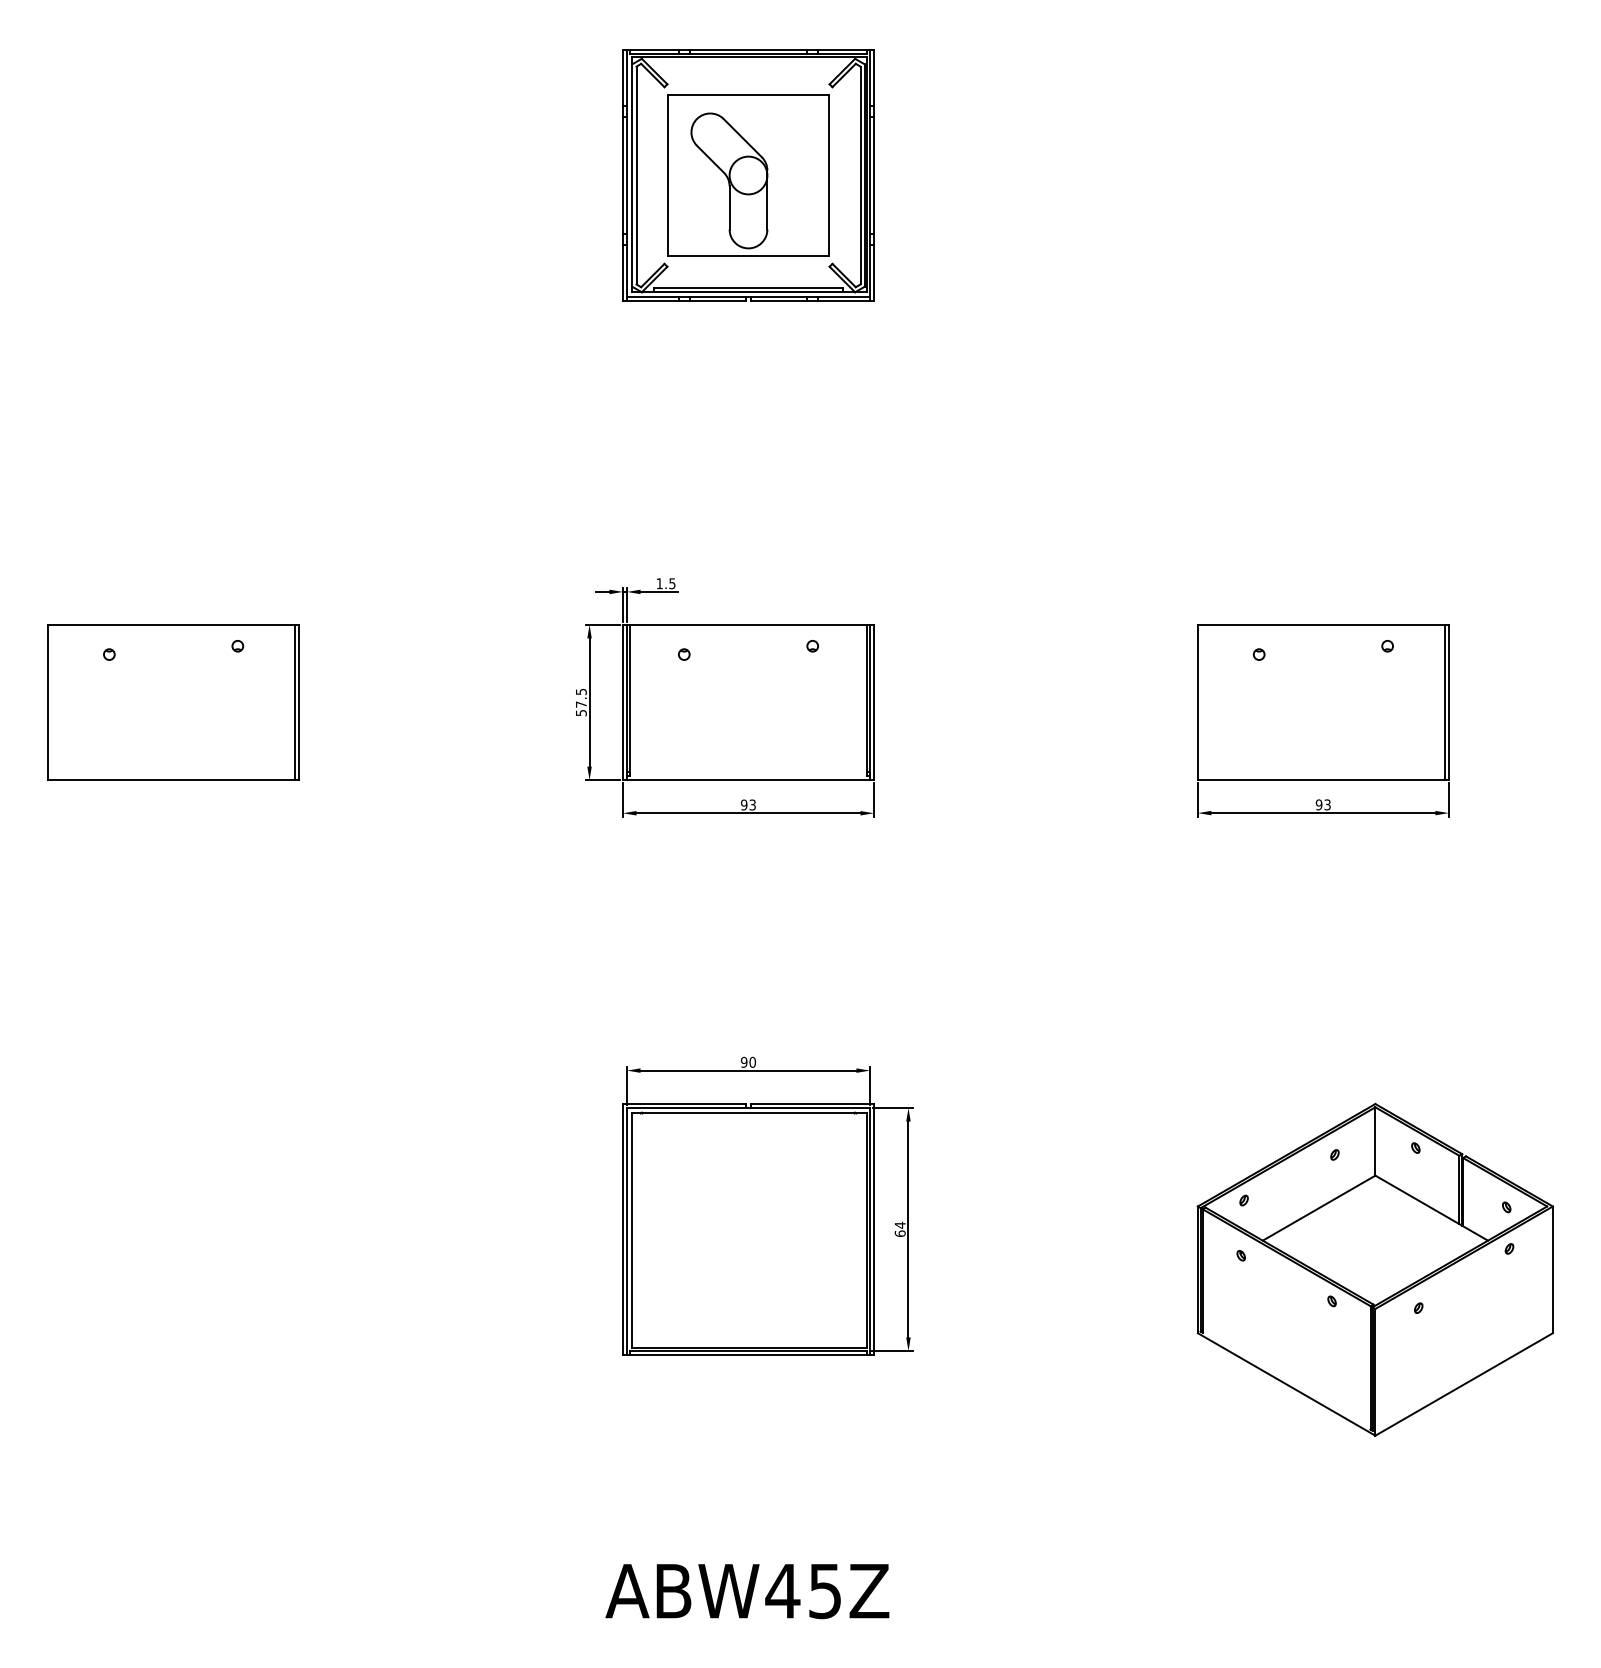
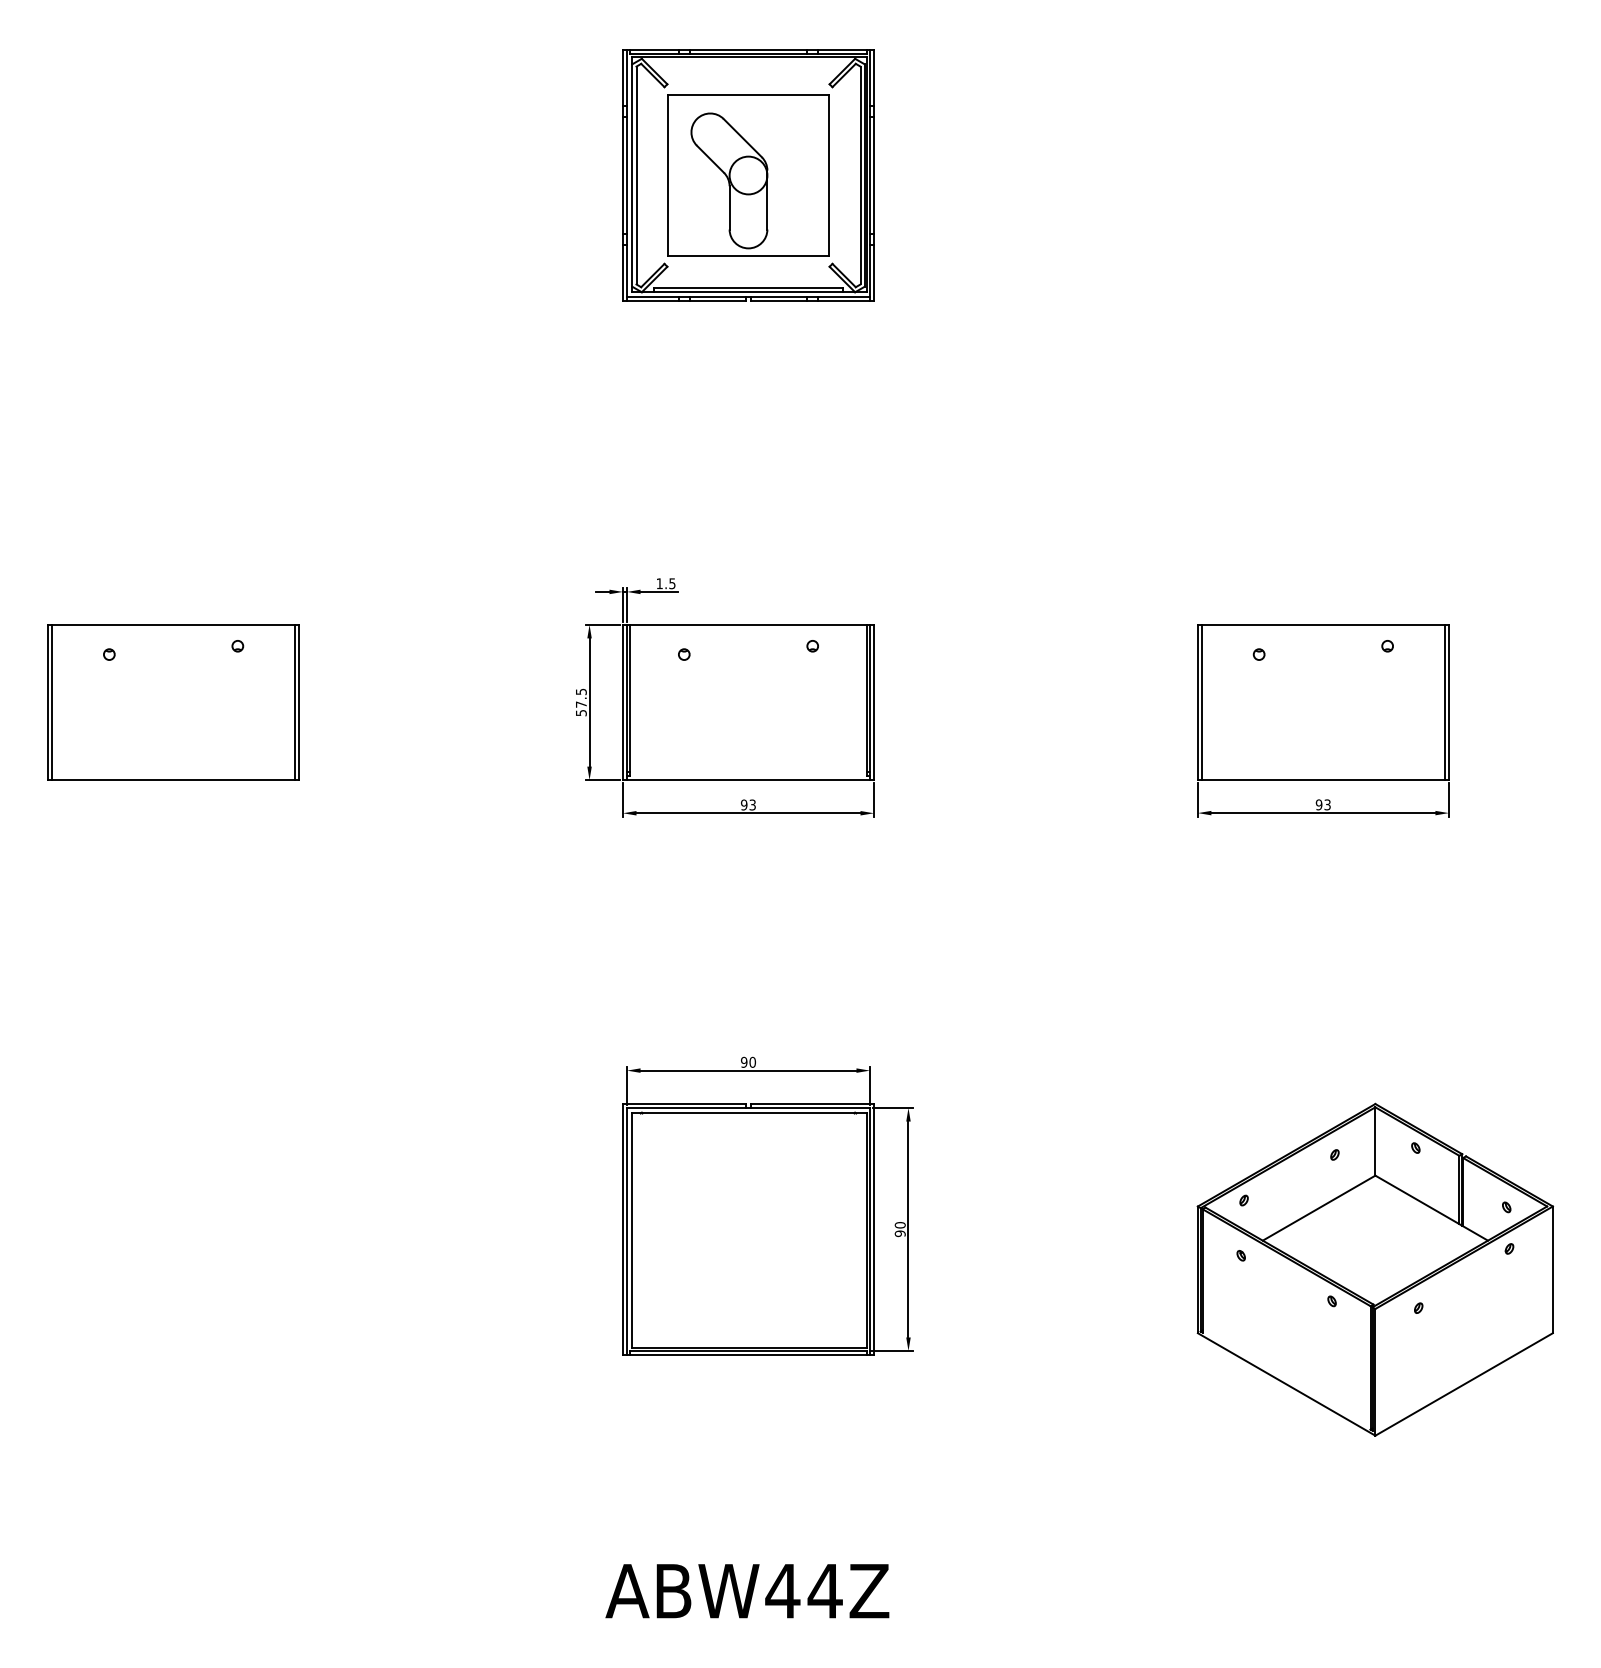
line at (52, 702): none -> present
line at (1201, 702): none -> present
text at (899, 1229): 64 -> 90
text at (824, 1591): ABW45Z -> ABW44Z
